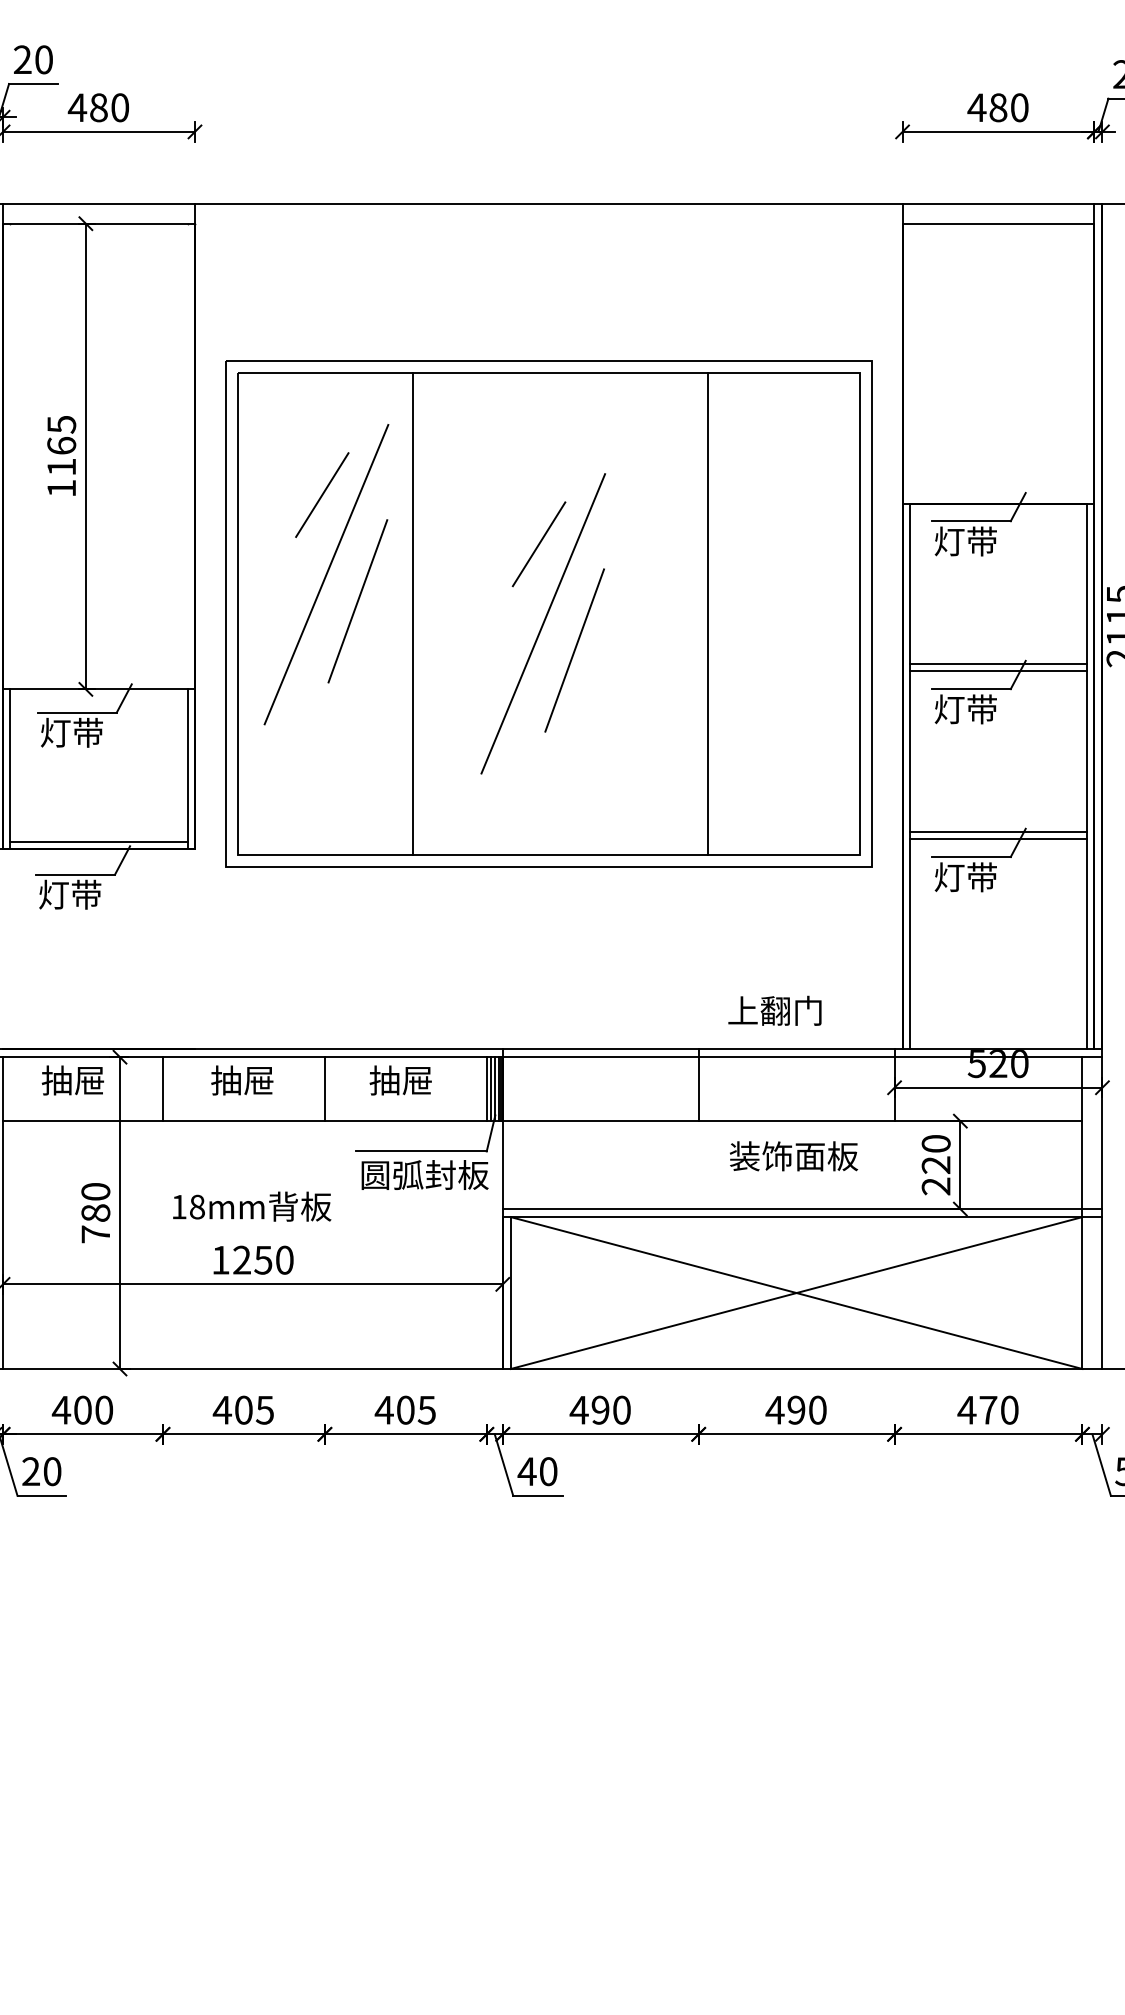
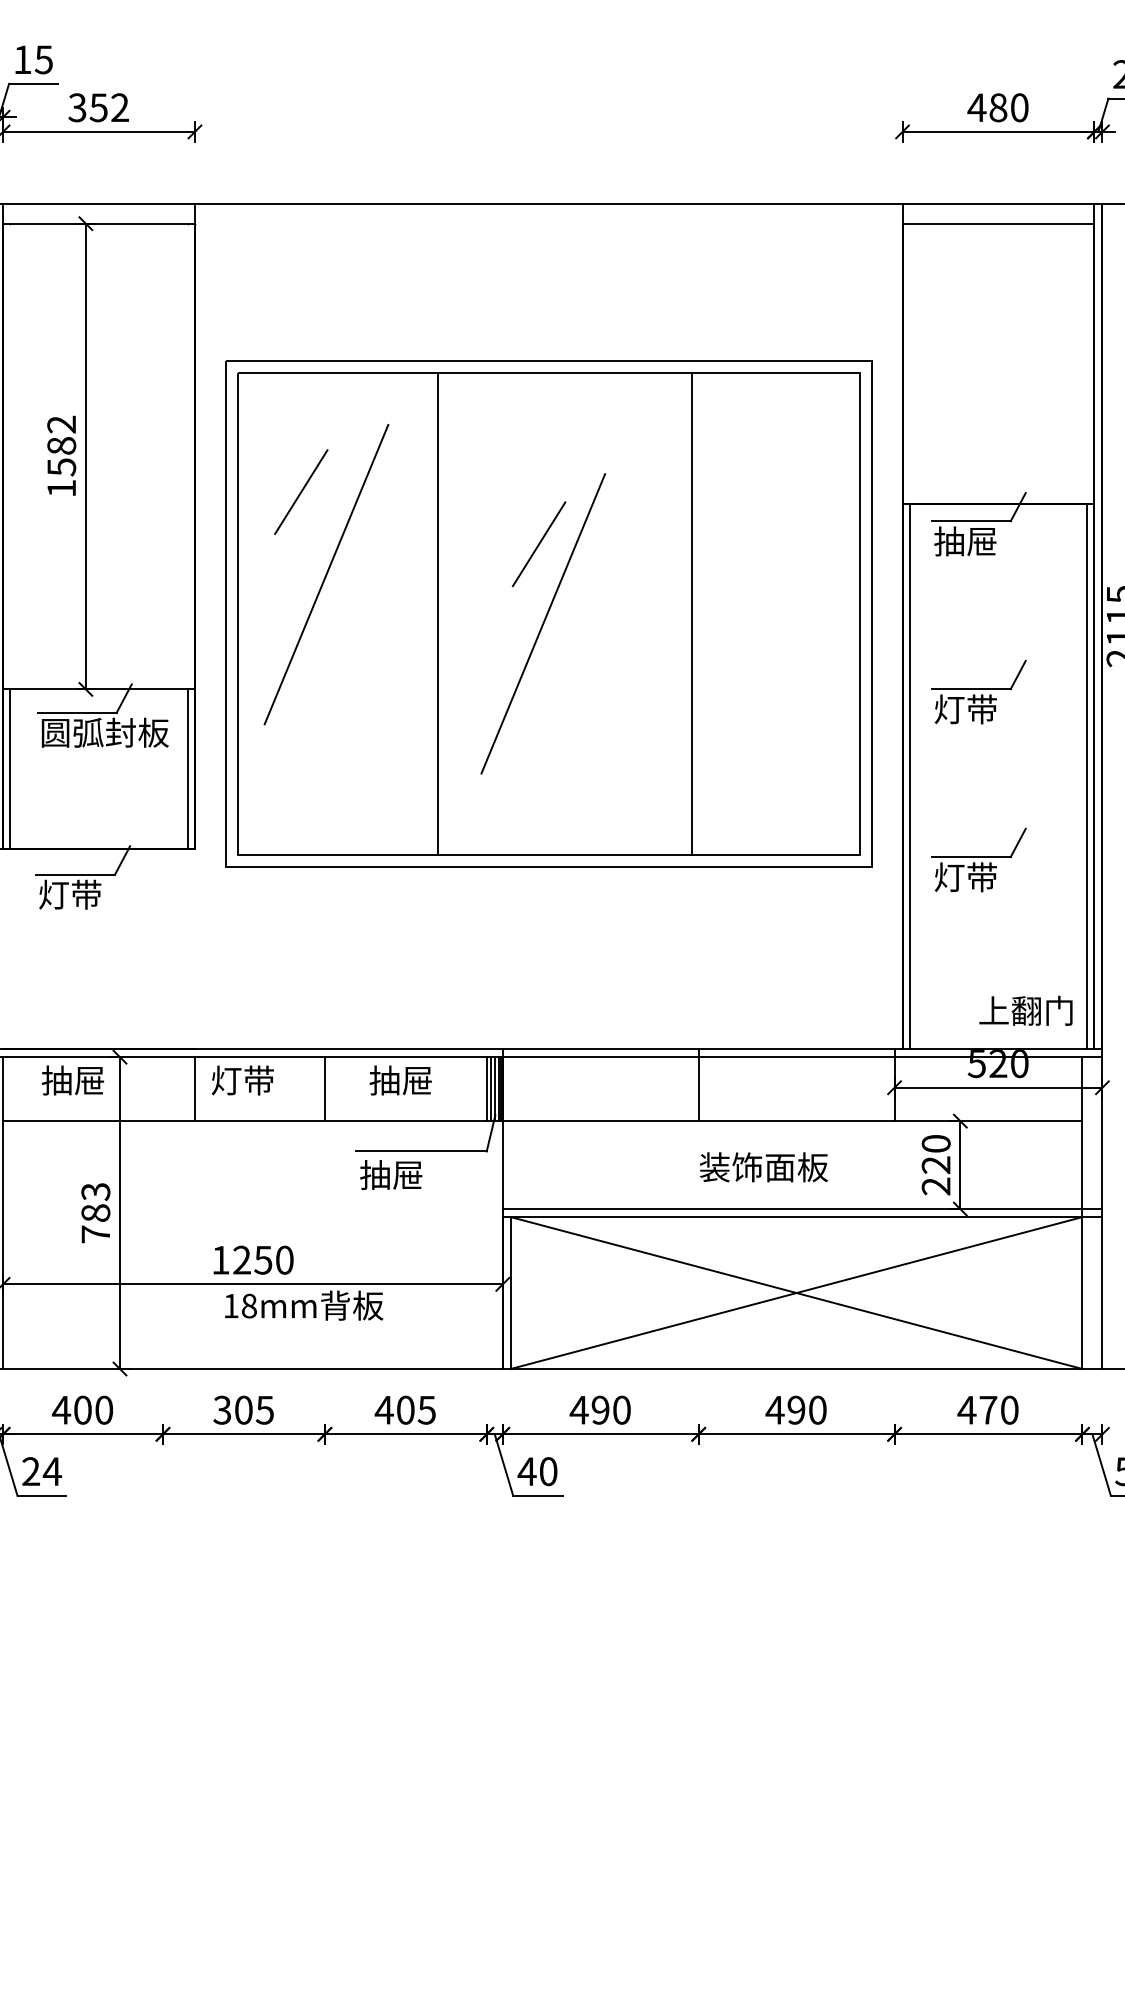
text at (33, 59): 20 -> 15
text at (98, 107): 480 -> 352
text at (61, 445): 1165 -> 1582
line at (322, 494) position: (322, 494) -> (301, 491)
text at (965, 541): 灯带 -> 抽屉
line at (357, 601): present -> none
line at (413, 613) position: (413, 613) -> (438, 613)
line at (707, 613) position: (707, 613) -> (691, 613)
line at (574, 650): present -> none
line at (998, 664): present -> none
line at (998, 671): present -> none
text at (104, 732): 灯带 -> 圆弧封板
line at (998, 832): present -> none
line at (998, 839): present -> none
line at (98, 842): present -> none
text at (774, 1010) position: (774, 1010) -> (1025, 1010)
text at (242, 1080): 抽屉 -> 灯带
line at (162, 1089) position: (162, 1089) -> (194, 1089)
text at (794, 1156) position: (794, 1156) -> (764, 1167)
text at (424, 1174): 圆弧封板 -> 抽屉
text at (95, 1192): 780 -> 783
text at (252, 1206) position: (252, 1206) -> (304, 1305)
text at (222, 1409): 405 -> 305
text at (52, 1471): 20 -> 24
